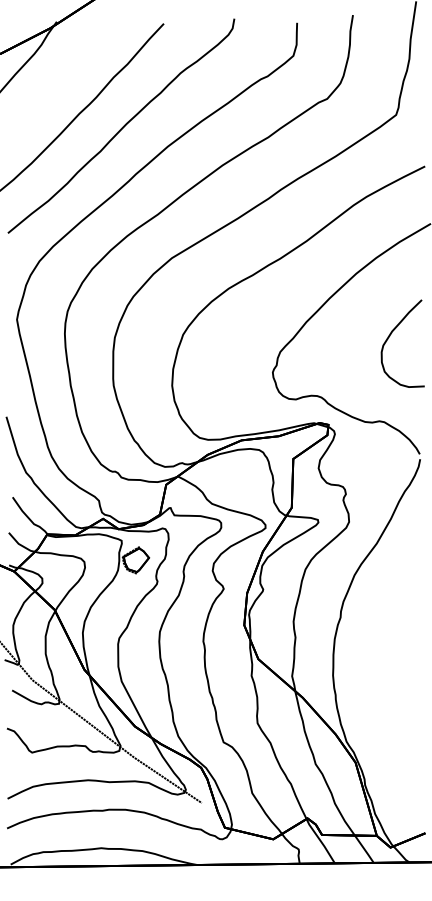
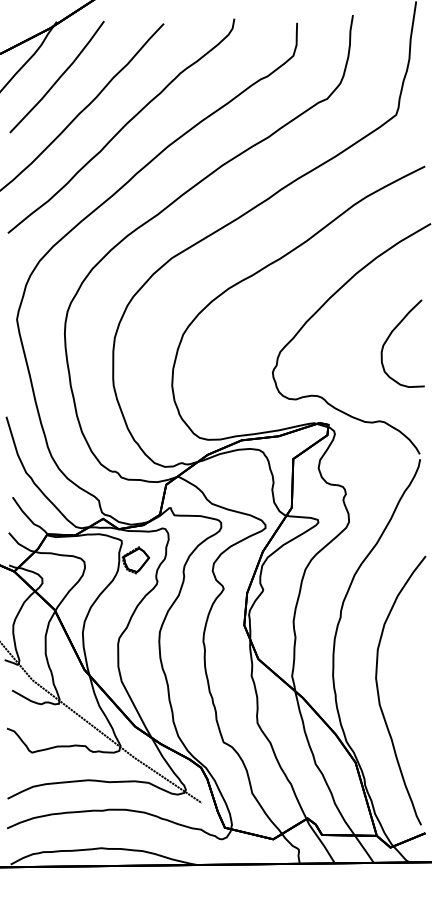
curve at (58, 77): none -> present
curve at (379, 693): none -> present
